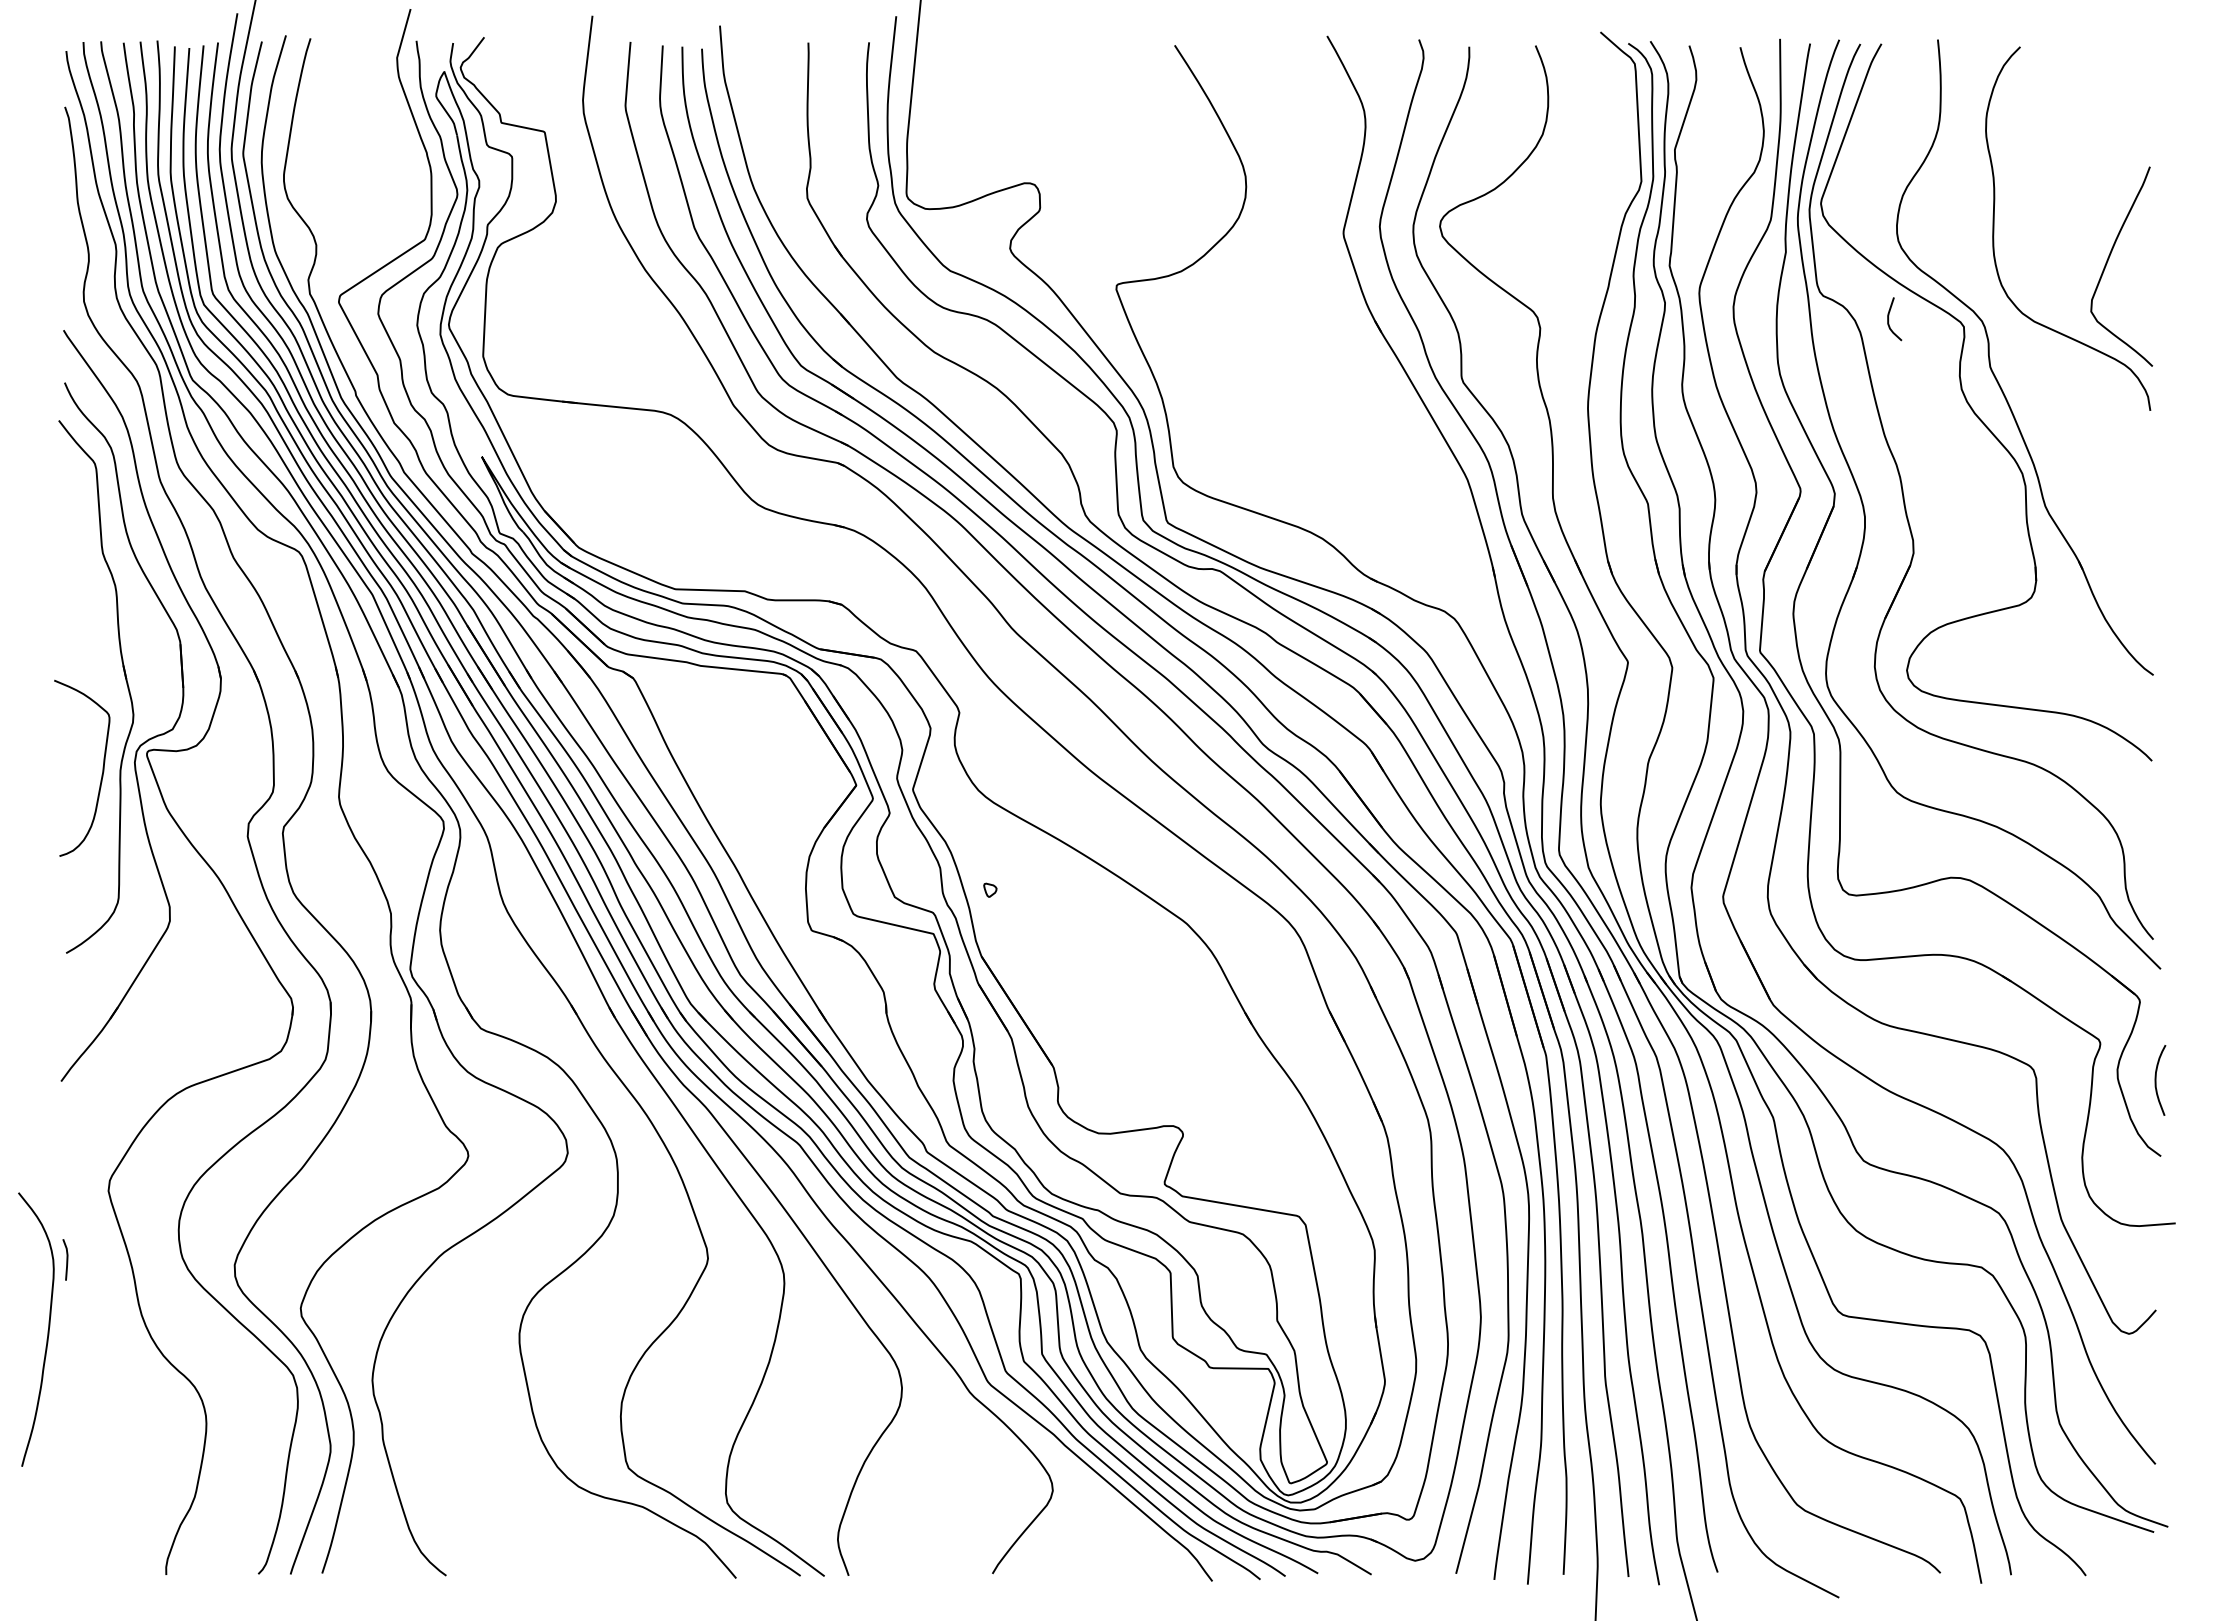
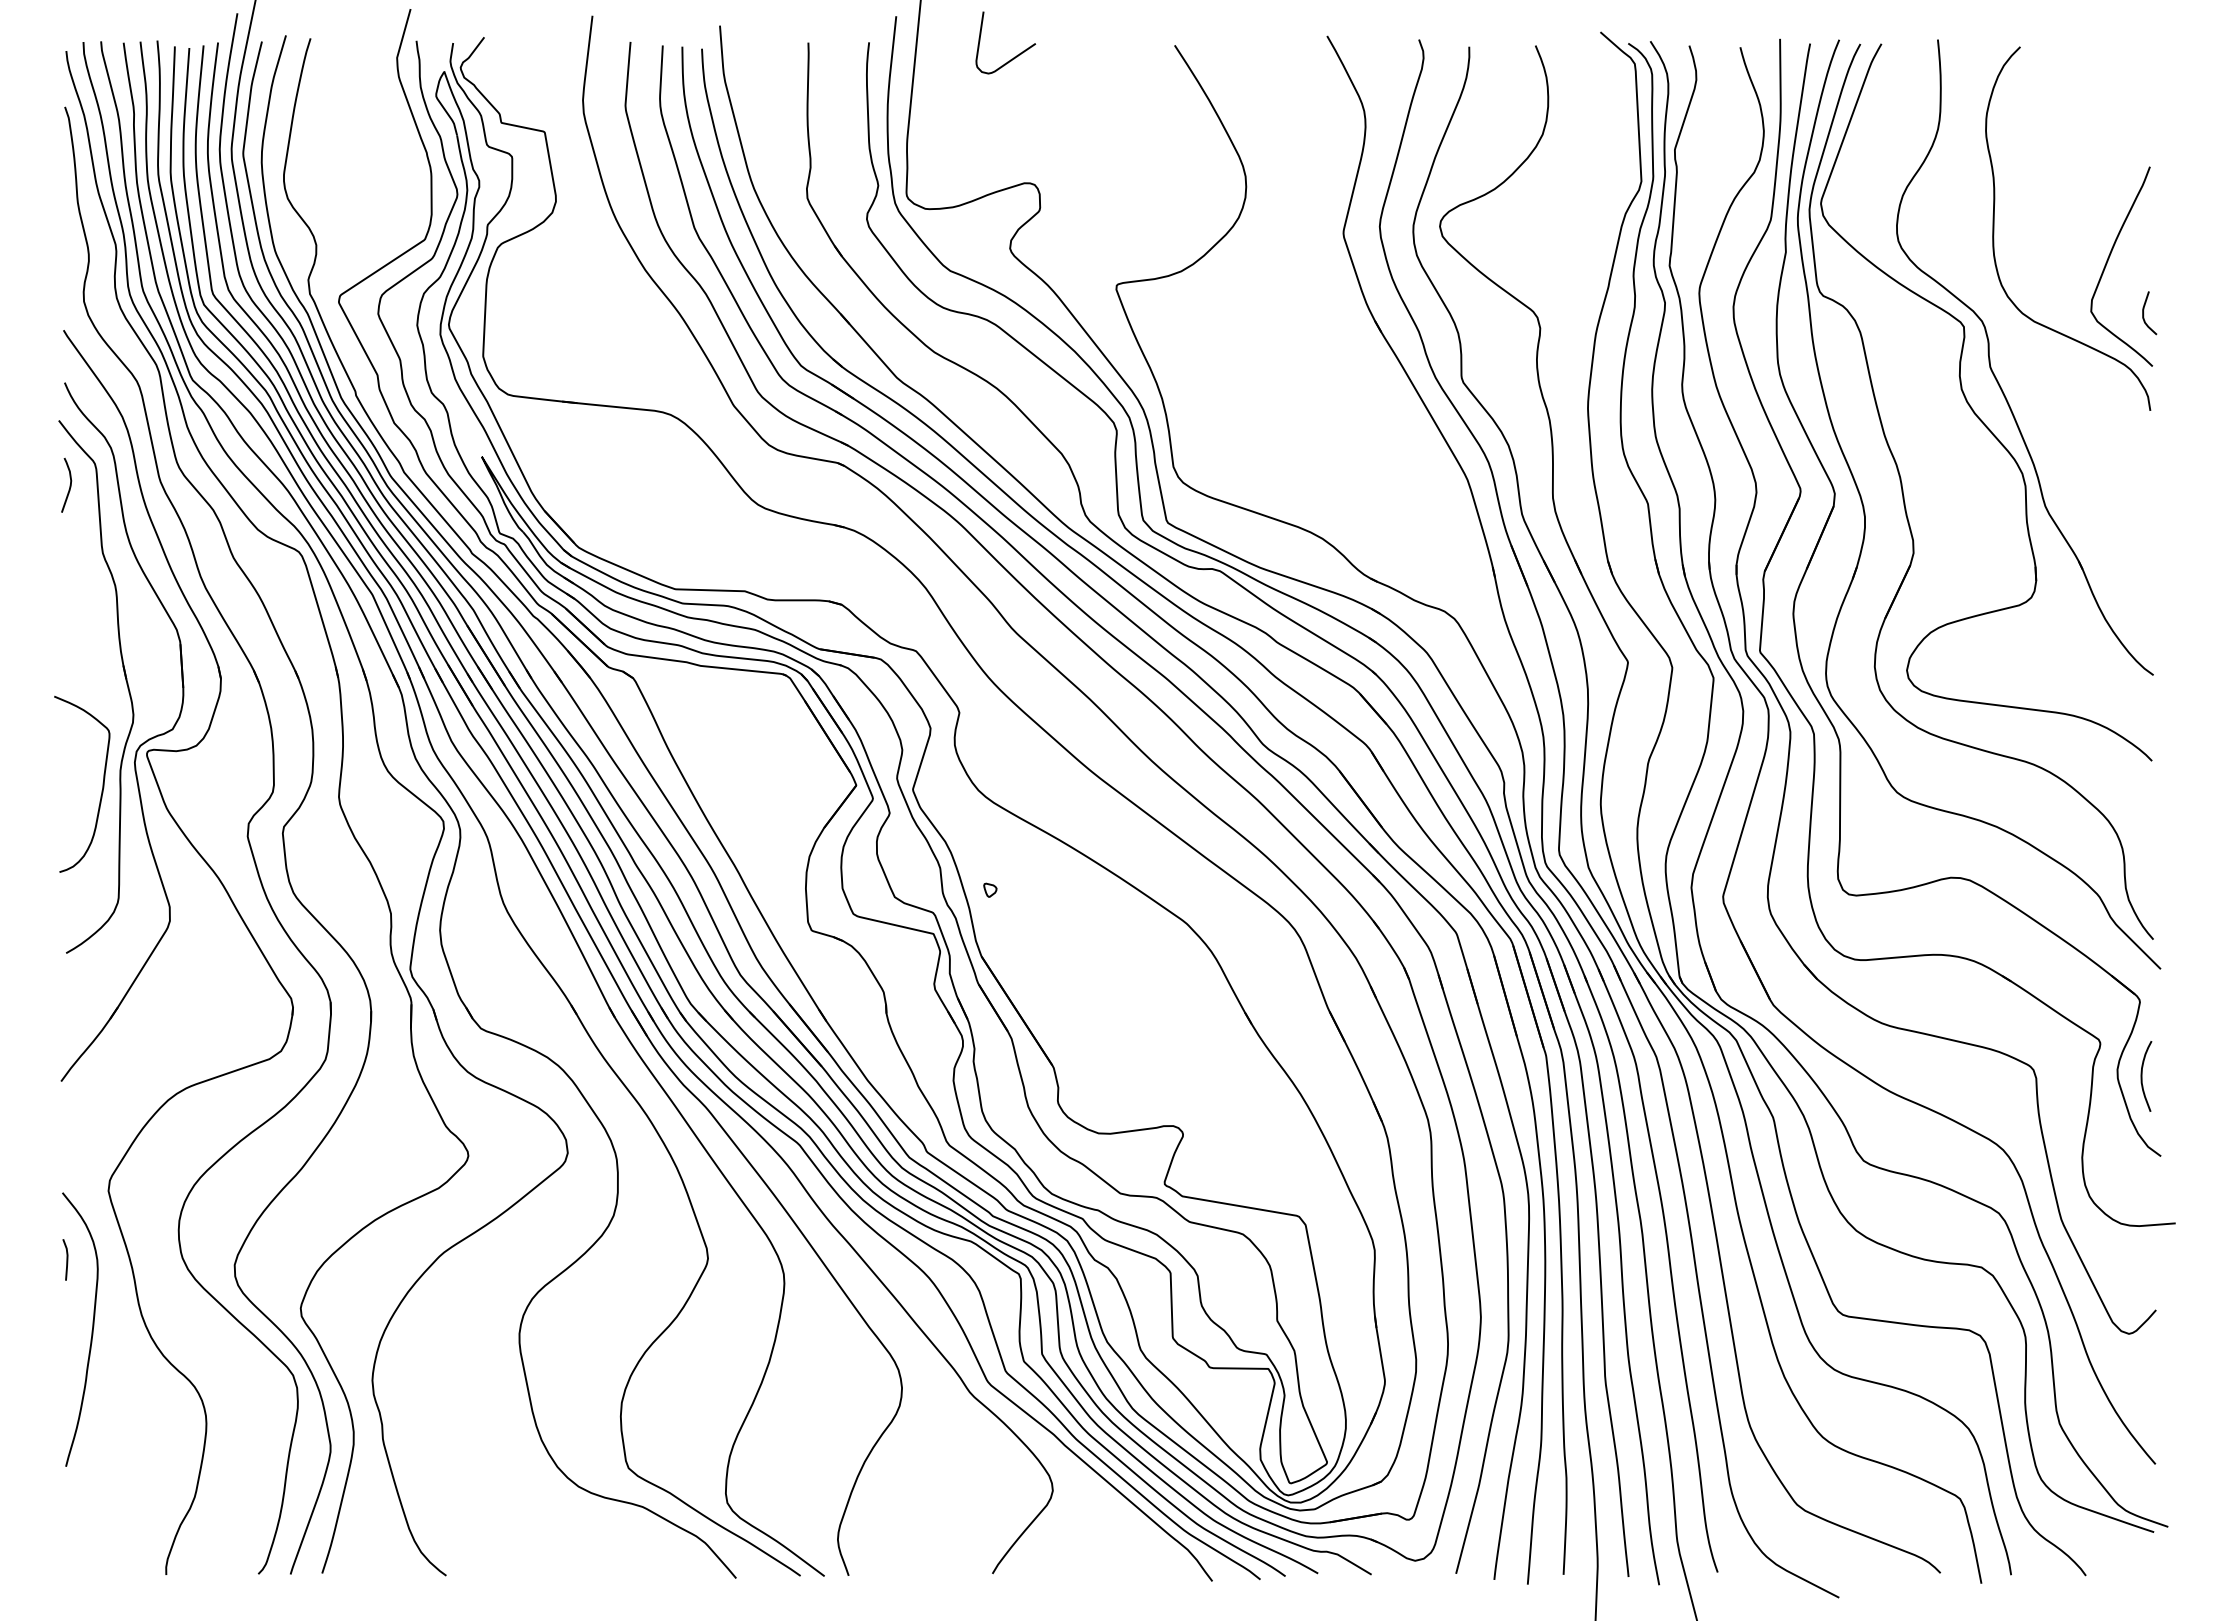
curve at (1014, 56): none -> present
curve at (1889, 319) position: (1889, 319) -> (2144, 313)
curve at (69, 485): none -> present
curve at (102, 767) position: (102, 767) -> (102, 783)
curve at (2156, 1080) position: (2156, 1080) -> (2142, 1076)
curve at (47, 1330) position: (47, 1330) -> (91, 1330)
